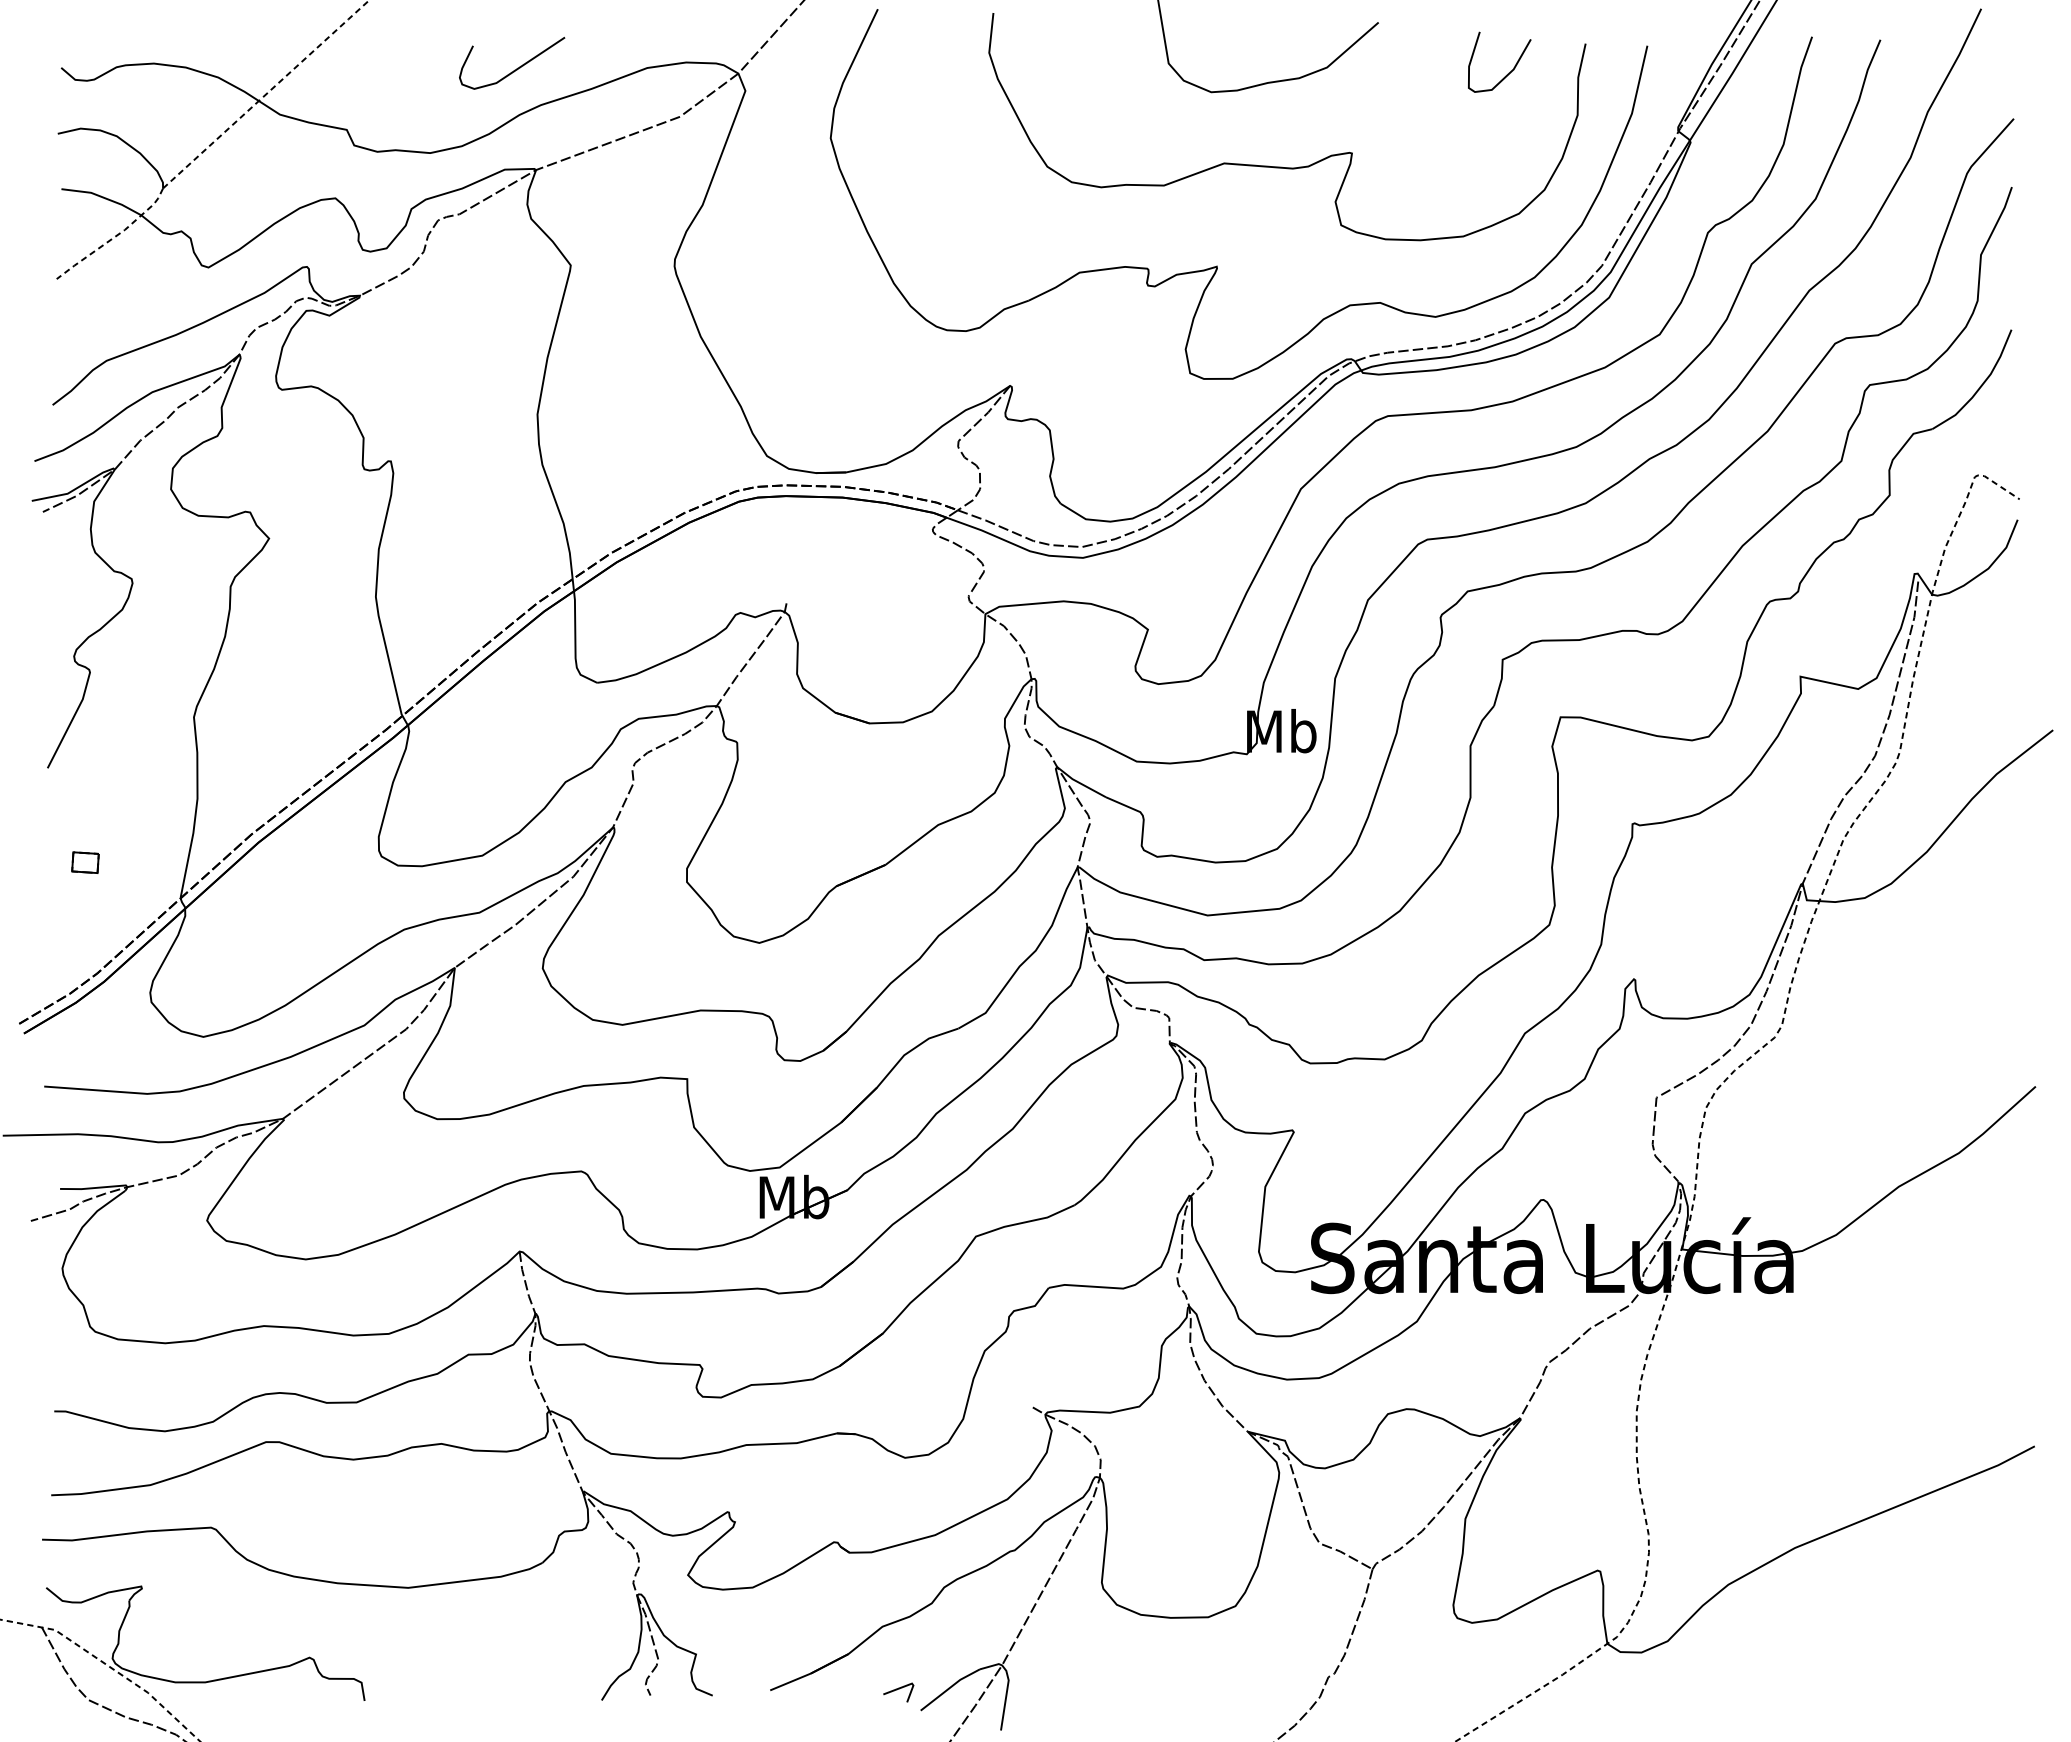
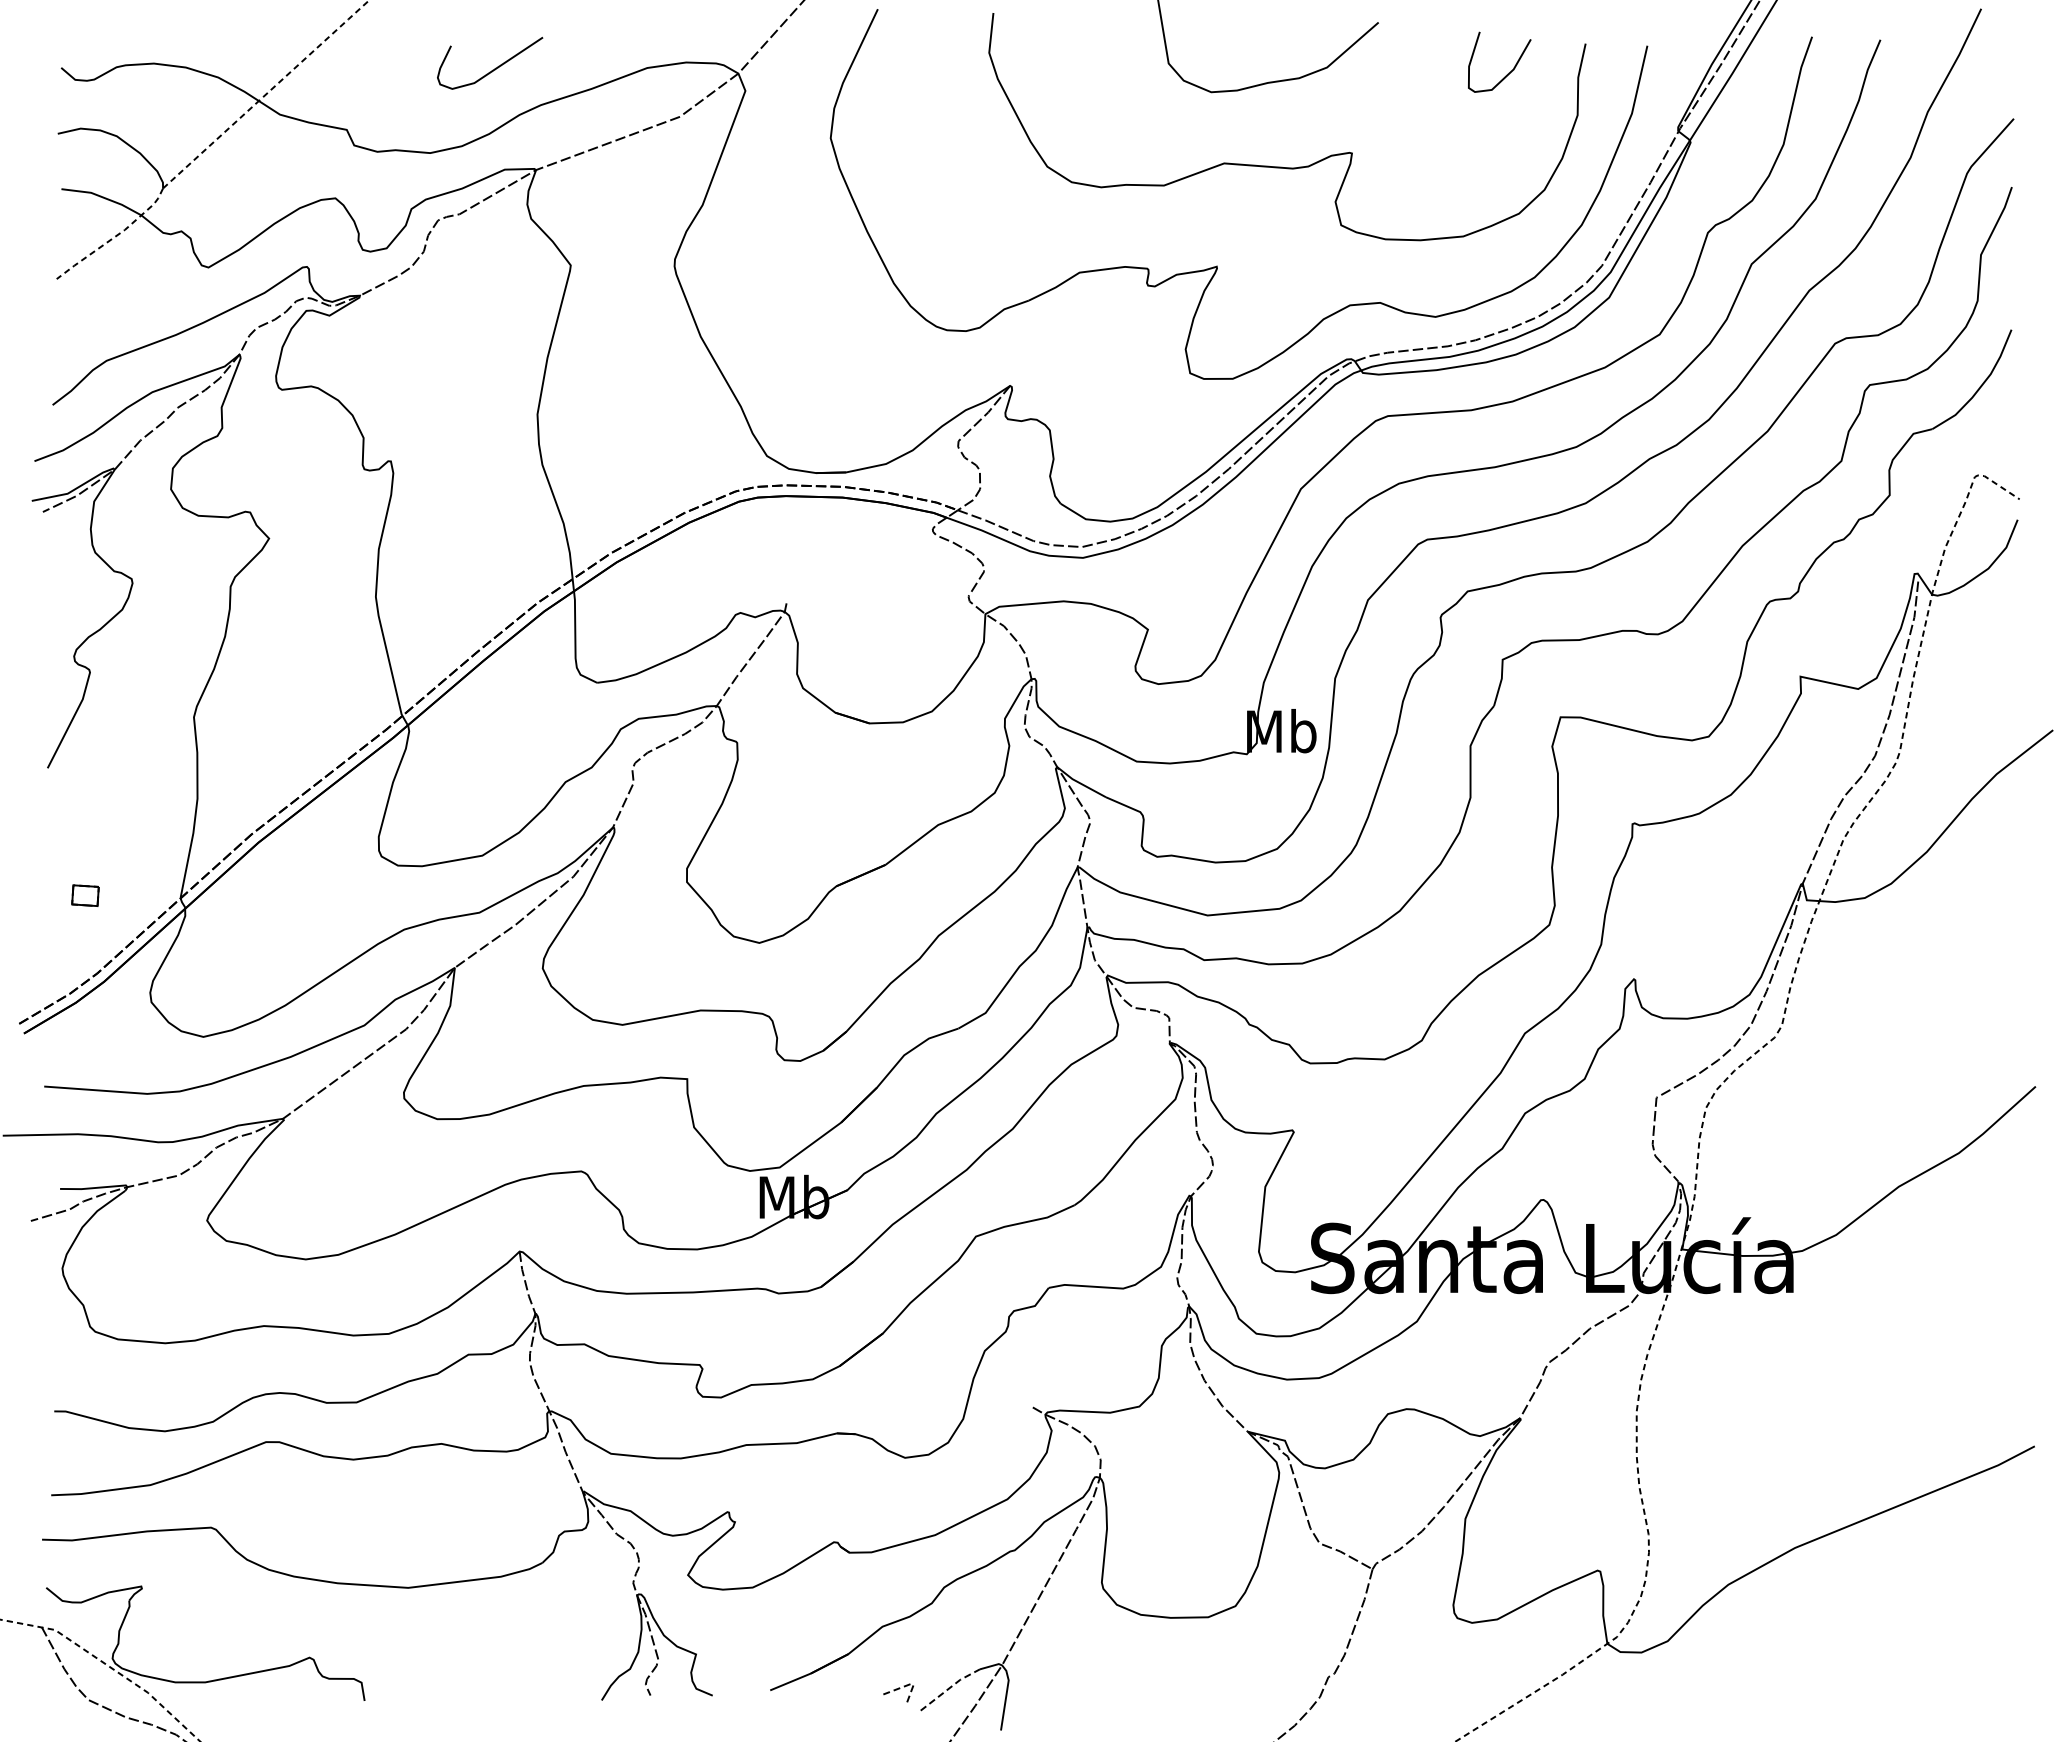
curve at (517, 67) position: (517, 67) -> (495, 67)
part at (85, 862) position: (85, 862) -> (85, 895)
line at (909, 1684): solid -> dashed
line at (950, 1687): solid -> dashed
